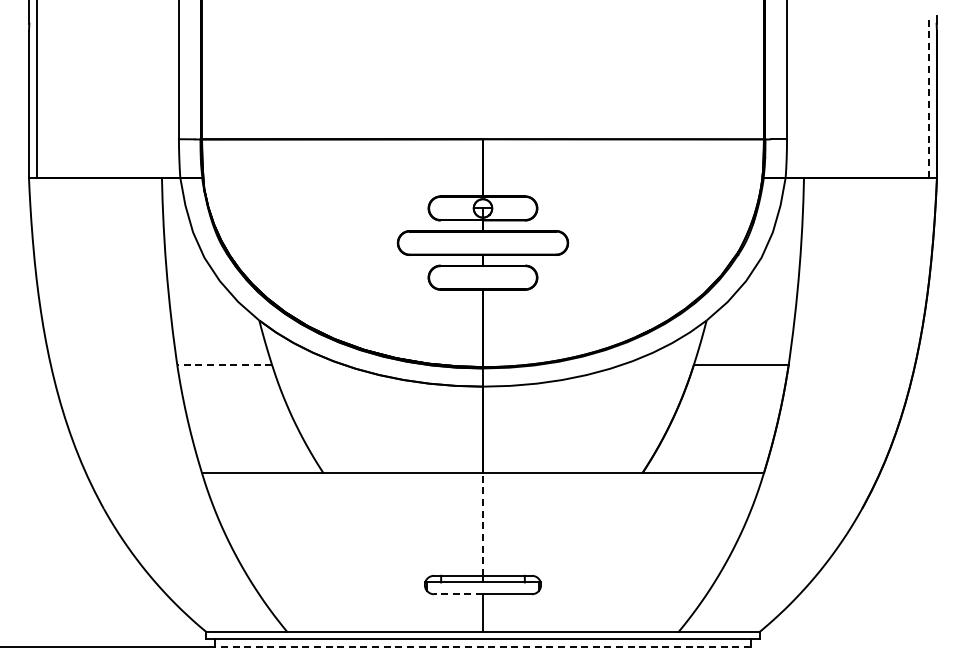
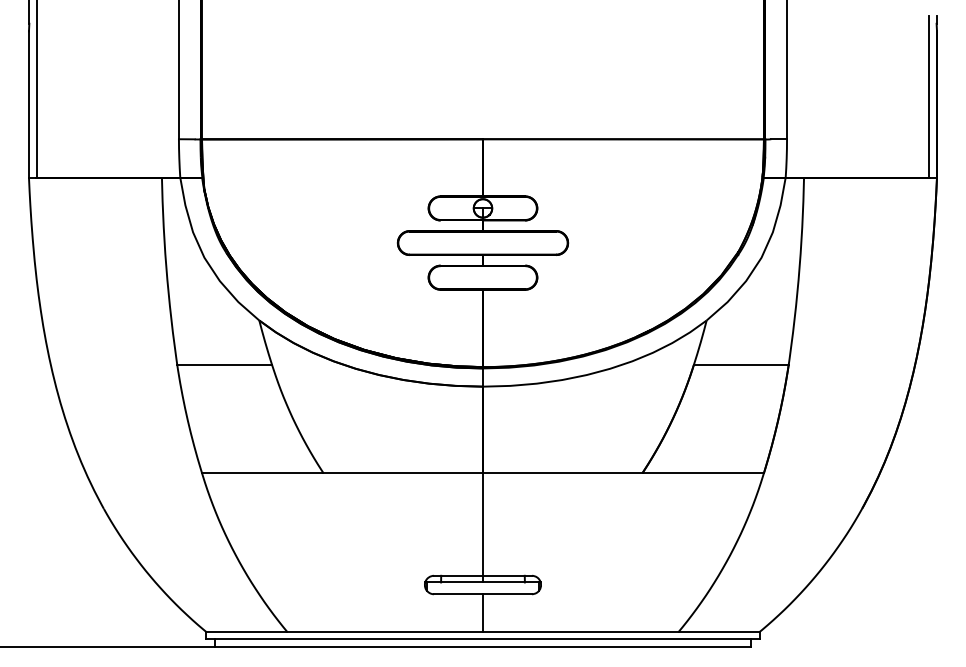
line at (929, 96): dashed -> solid
line at (224, 365): dashed -> solid
line at (482, 524): dashed -> solid
line at (458, 594): dashed -> solid
line at (482, 647): dashed -> solid
